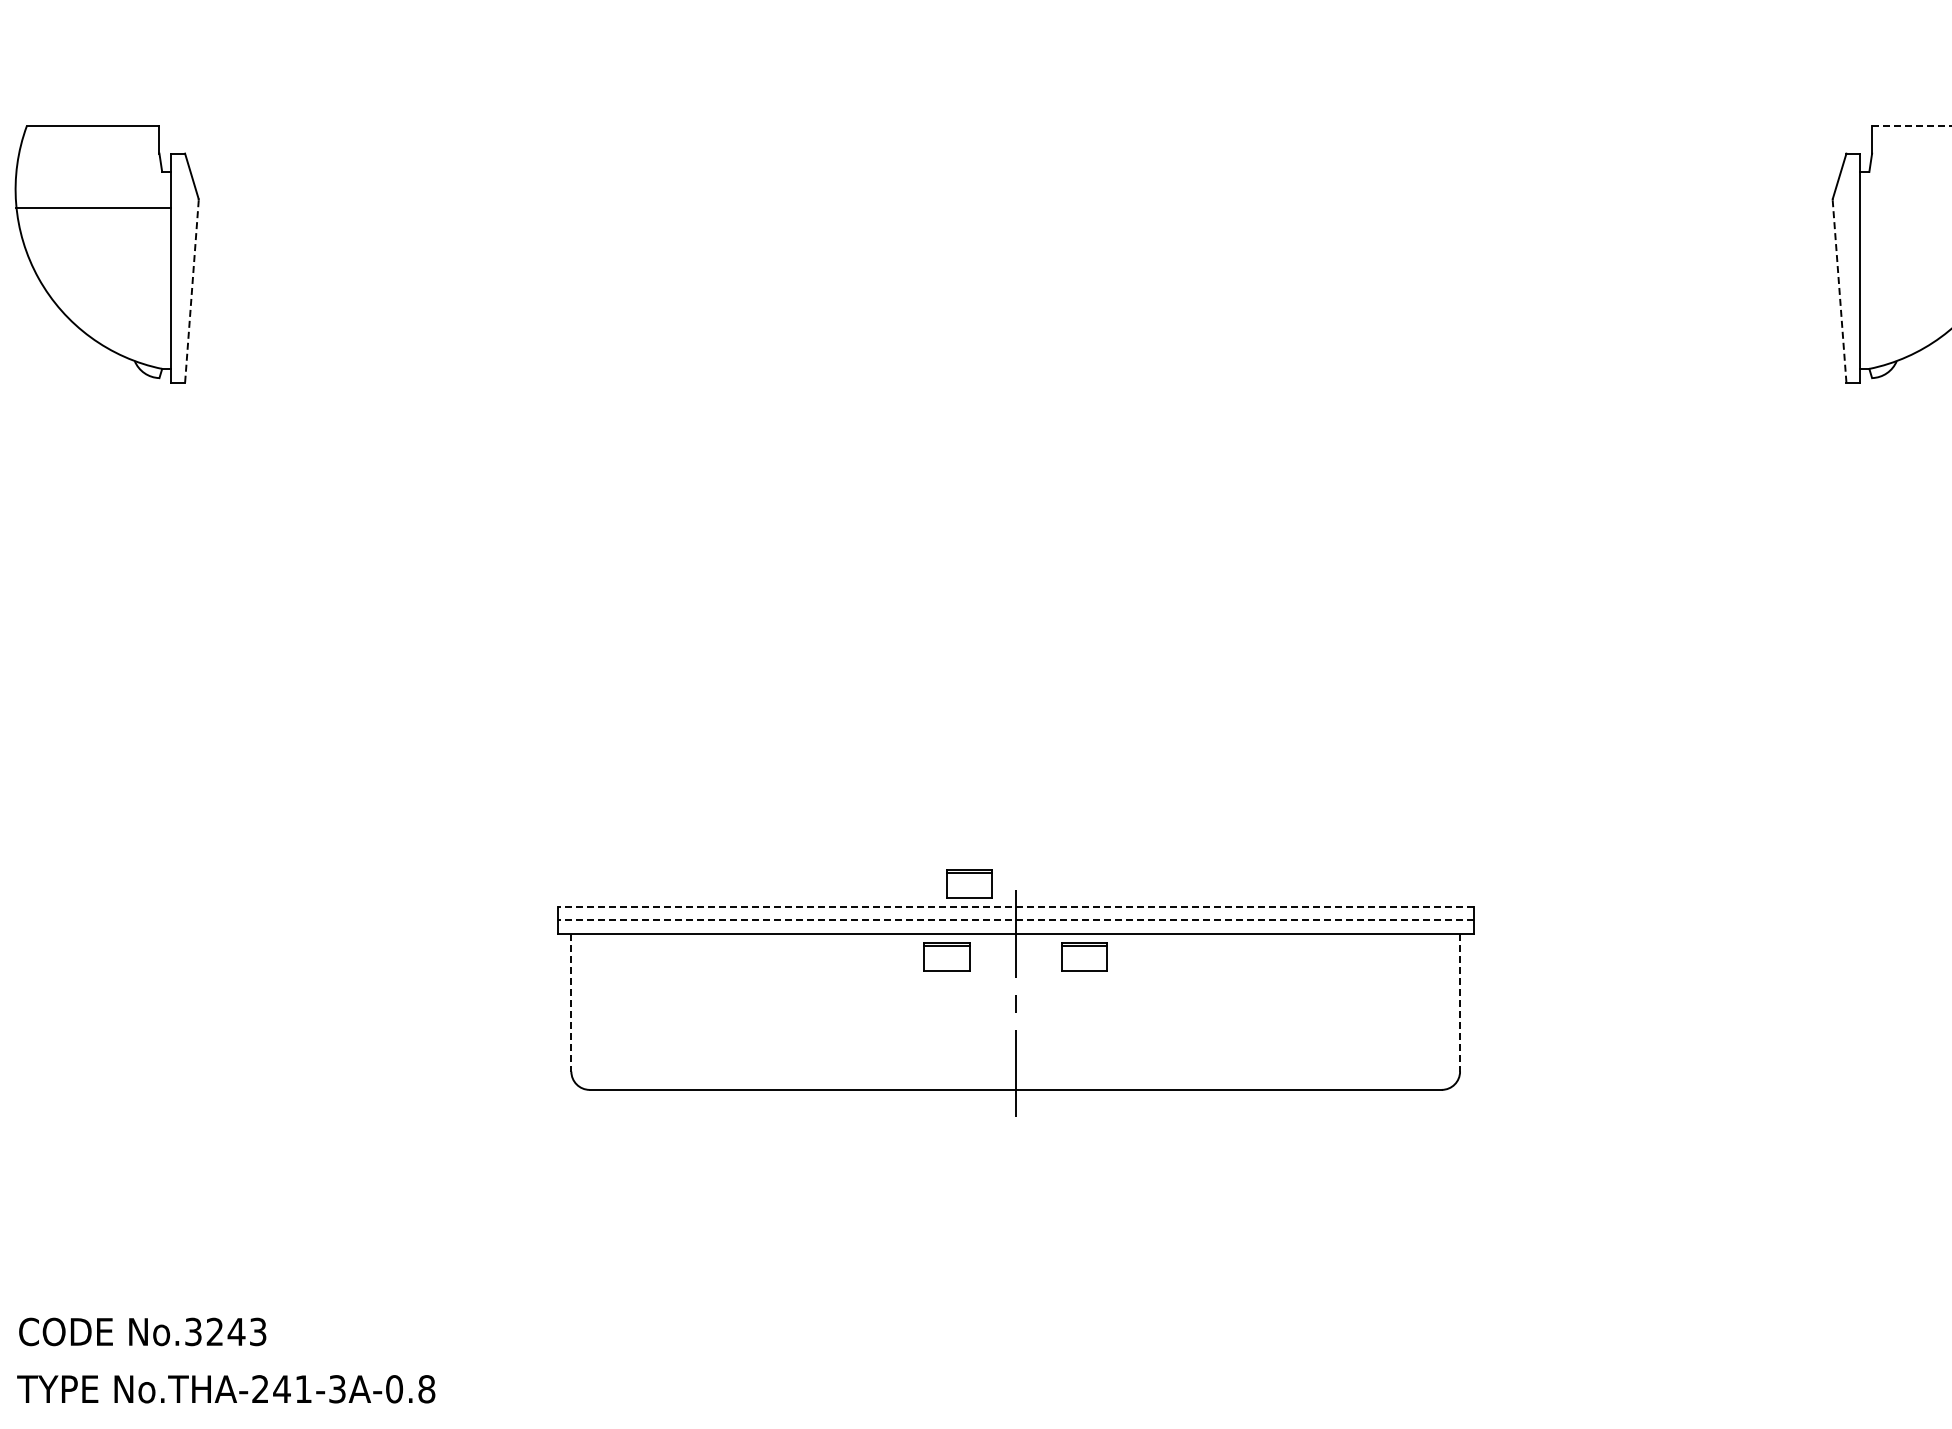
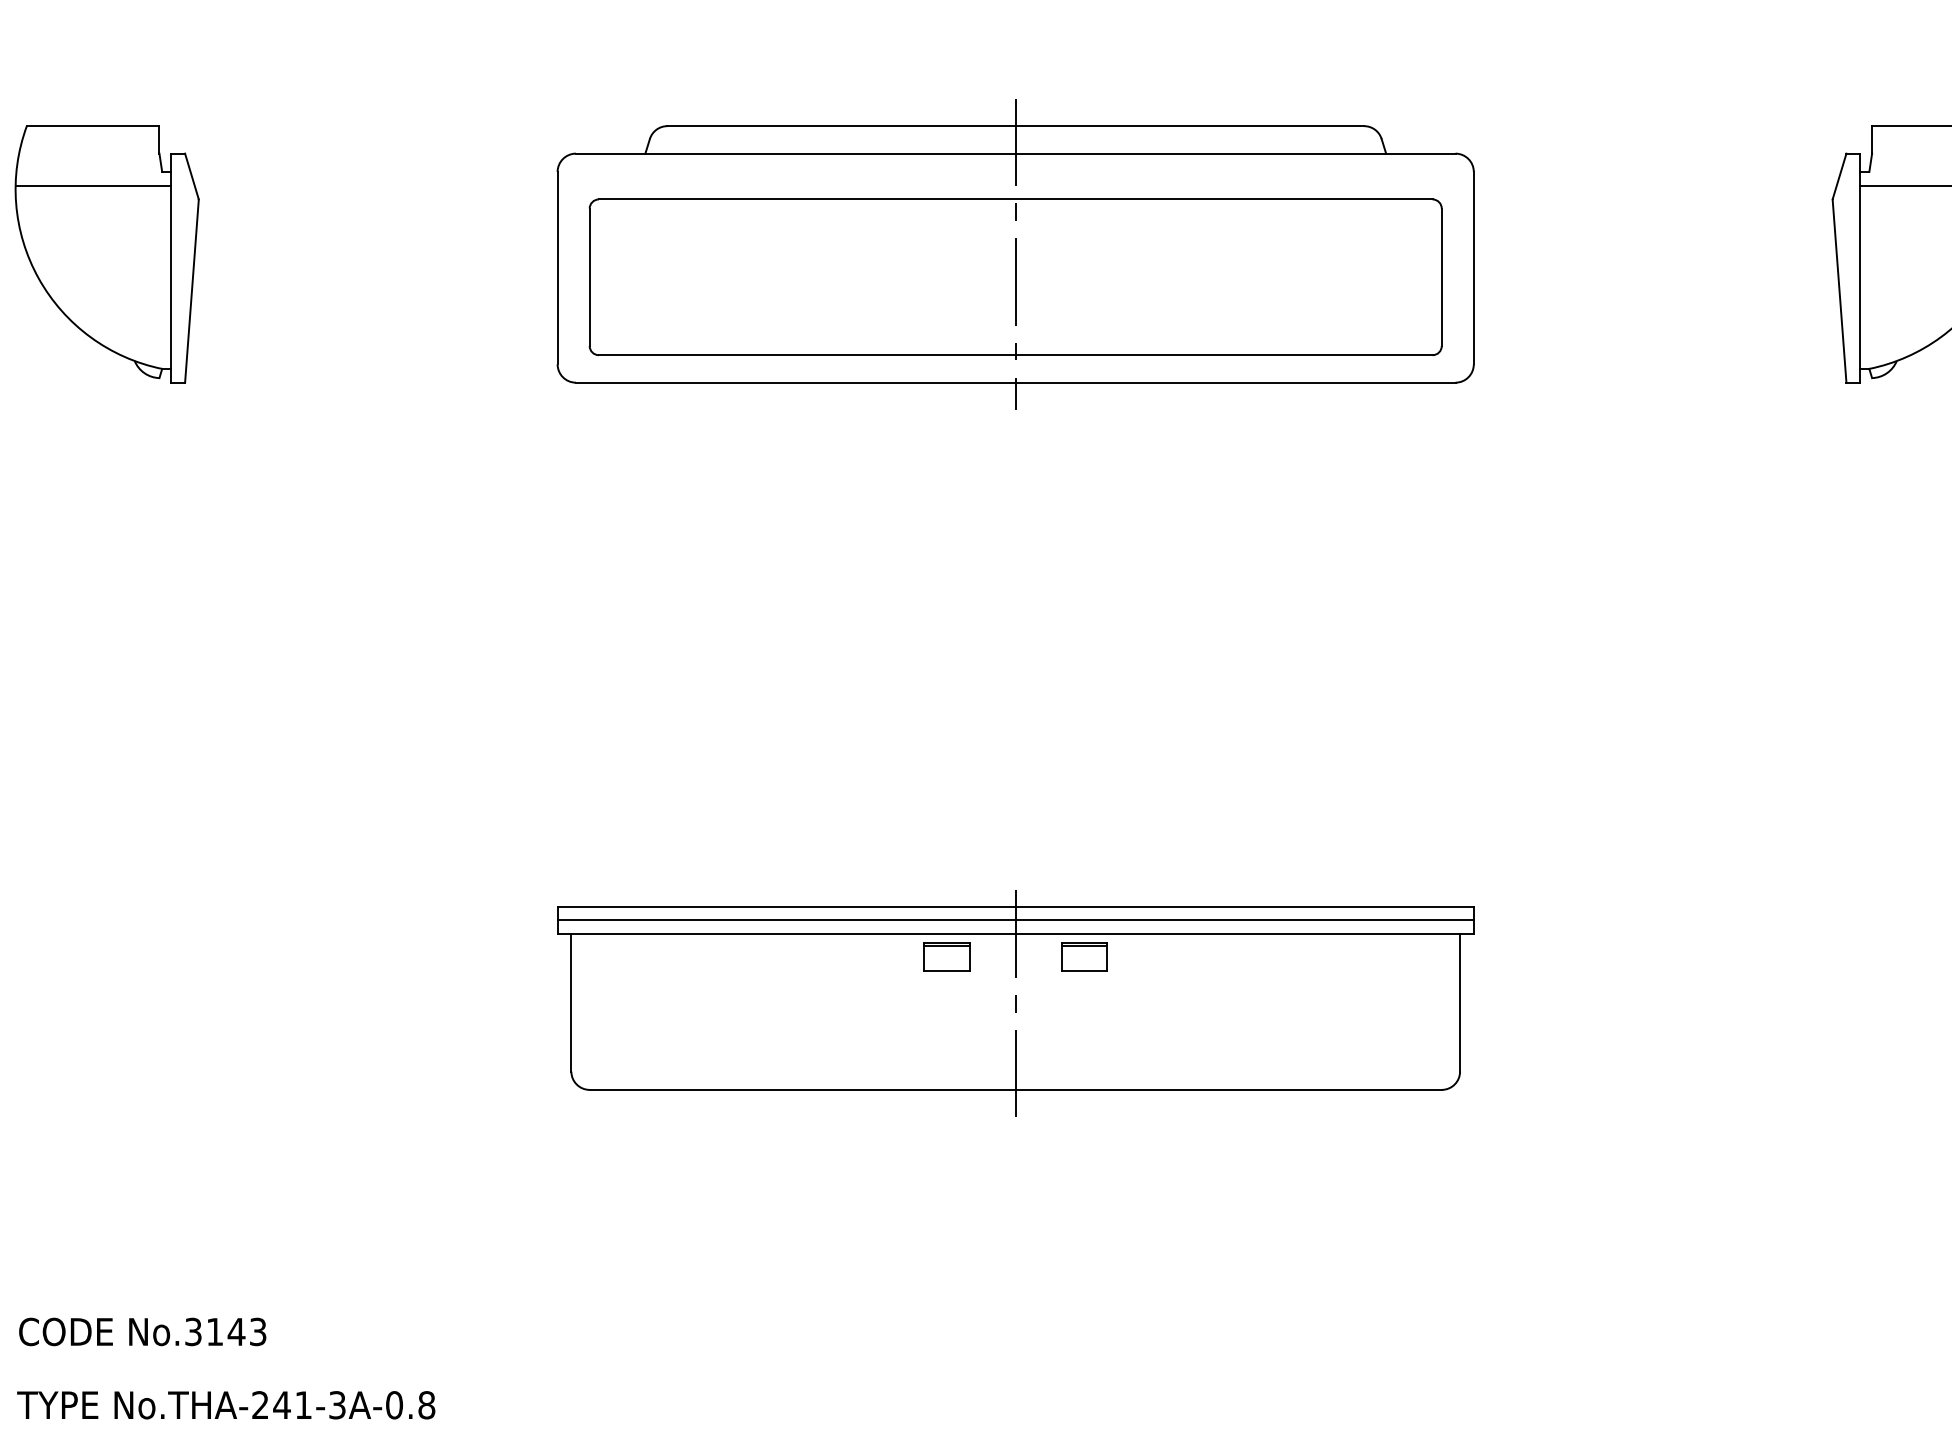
line at (1911, 126): dashed -> solid
line at (1904, 185): none -> present
line at (93, 207) position: (93, 207) -> (93, 185)
part at (1015, 254): none -> present
line at (191, 290): dashed -> solid
line at (1839, 290): dashed -> solid
part at (969, 883): present -> none
line at (1015, 906): dashed -> solid
line at (1015, 920): dashed -> solid
line at (571, 1002): dashed -> solid
line at (1460, 1002): dashed -> solid
text at (214, 1331): No.3243 -> No.3143
text at (226, 1389) position: (226, 1389) -> (226, 1405)
